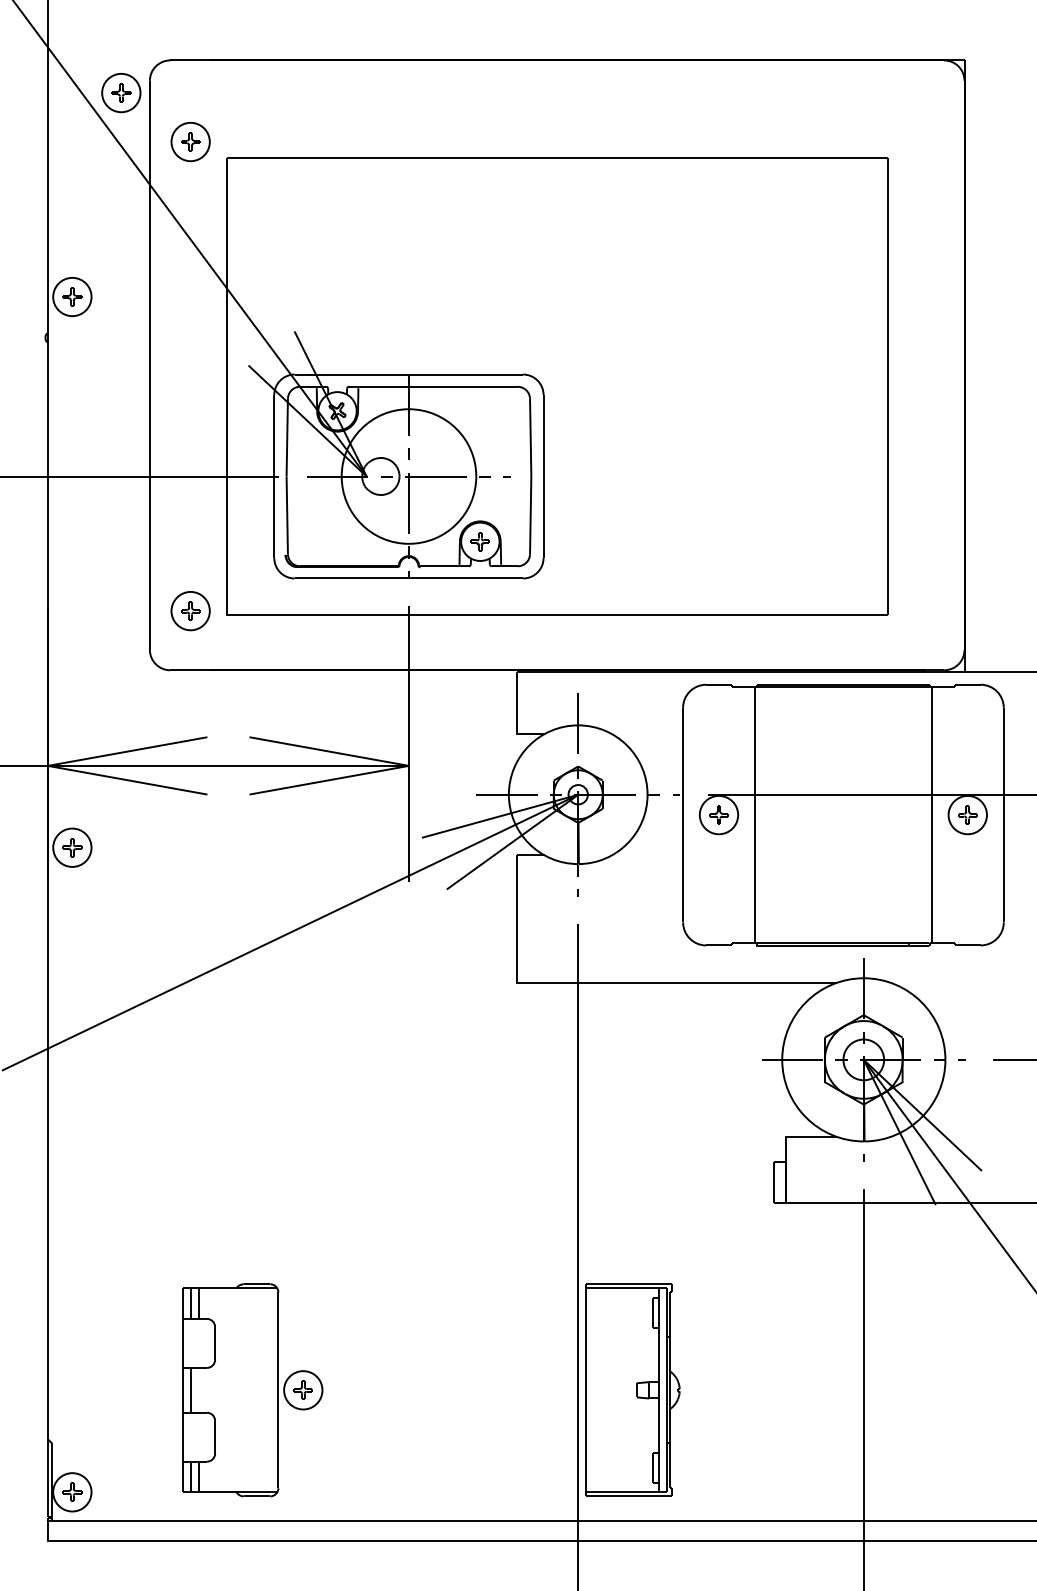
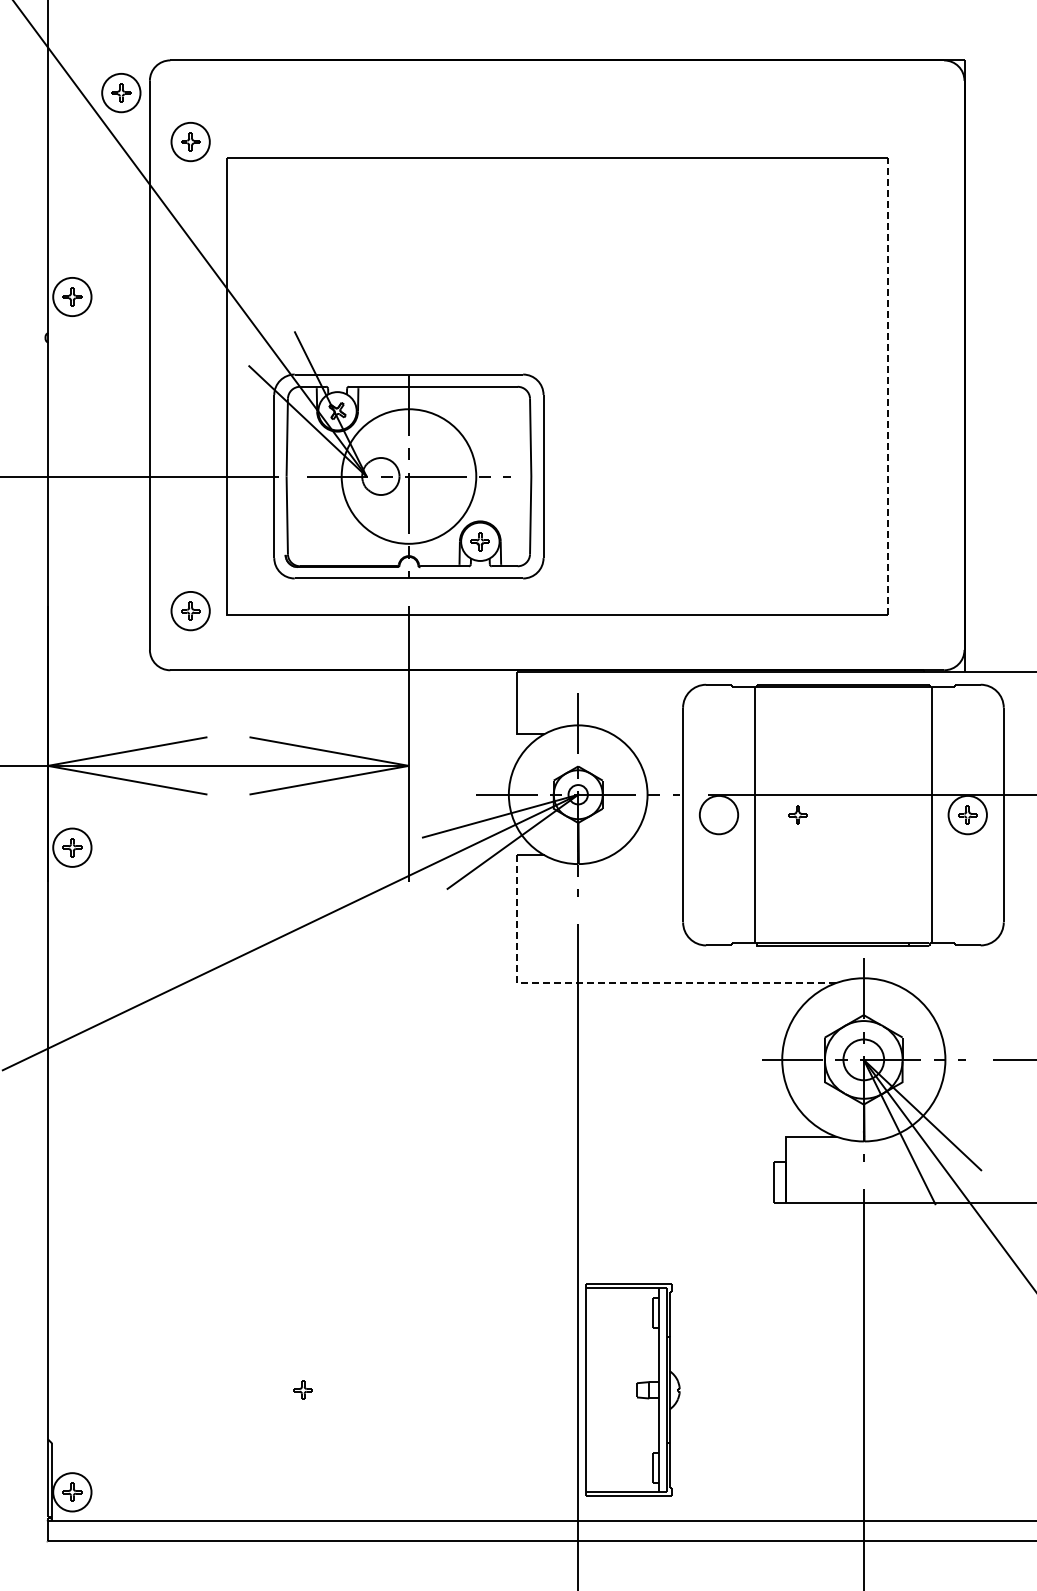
line at (888, 386): solid -> dashed
part at (718, 814) position: (718, 814) -> (797, 814)
line at (612, 982): solid -> dashed
part at (252, 1390): present -> none
